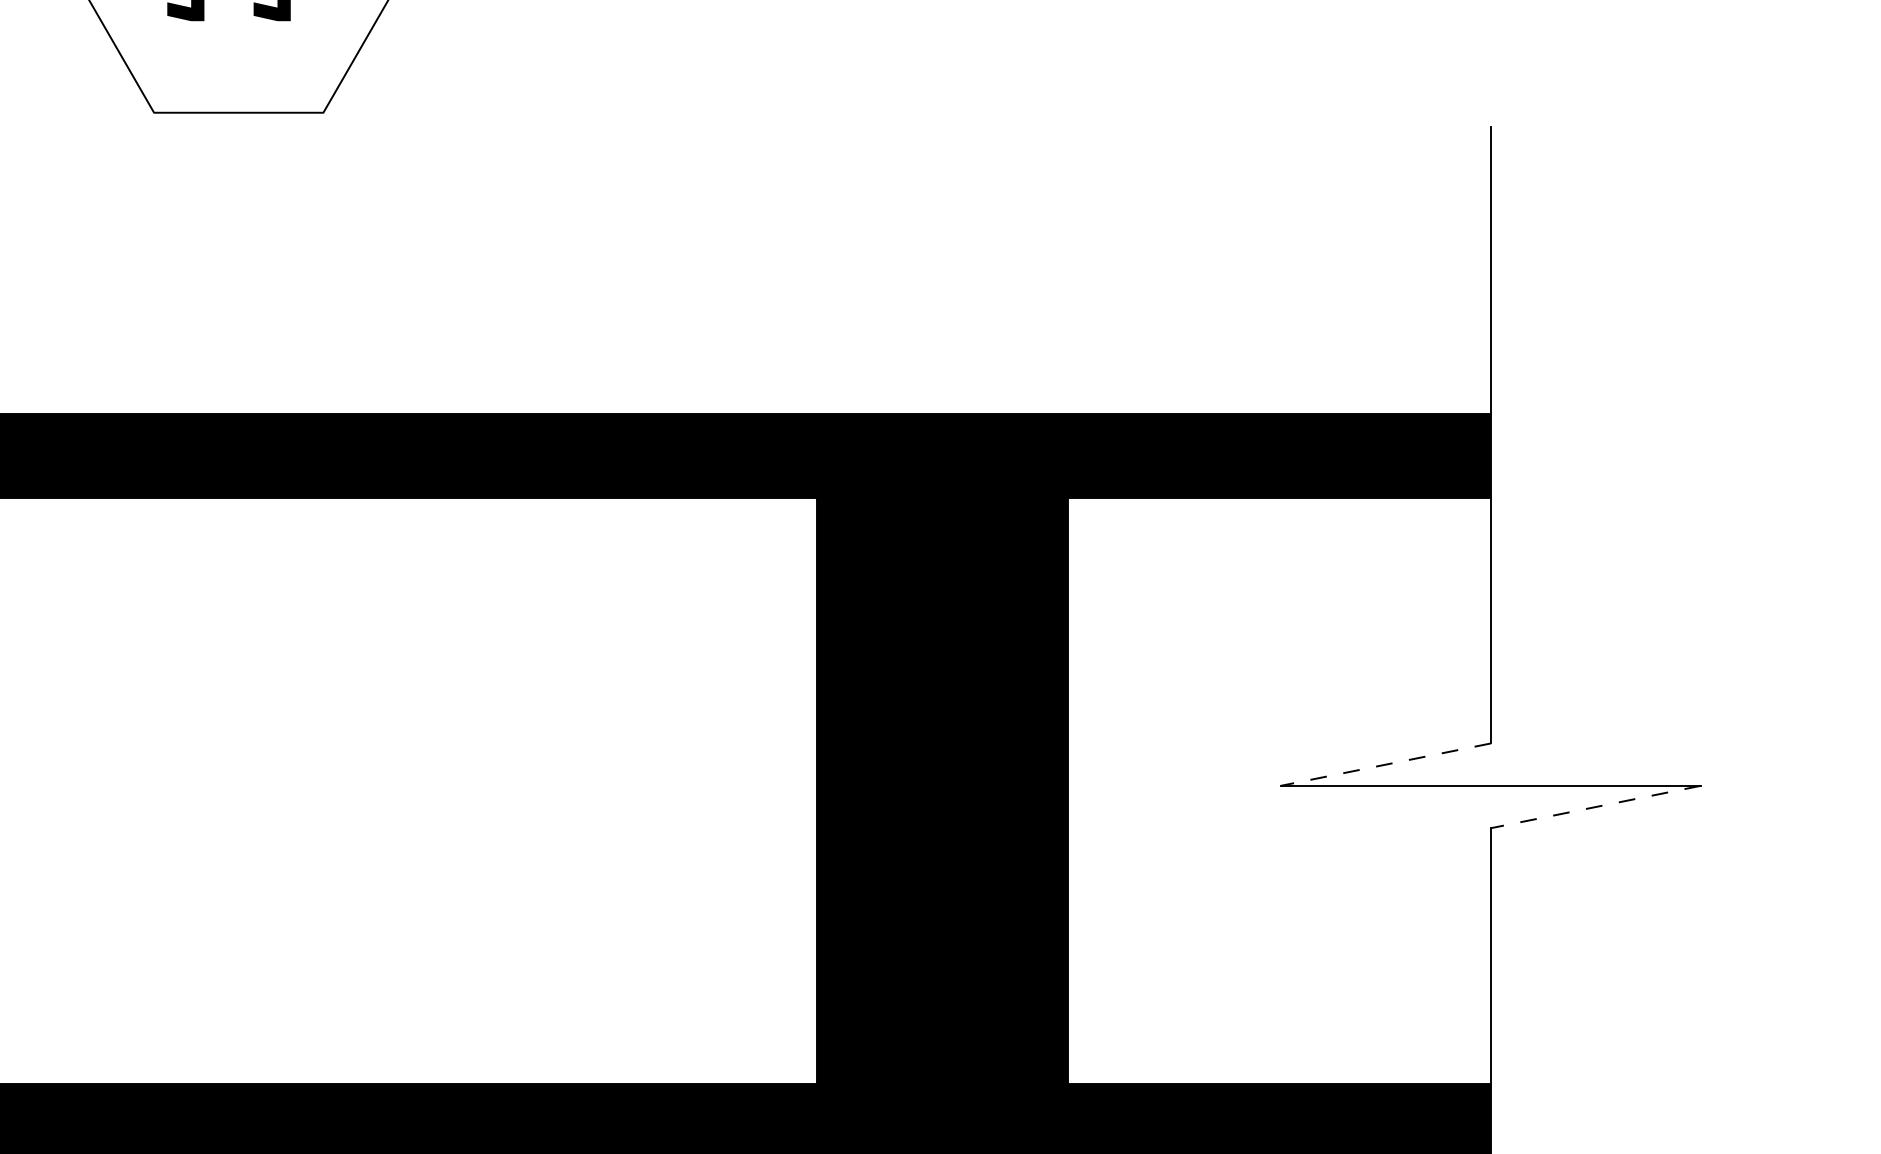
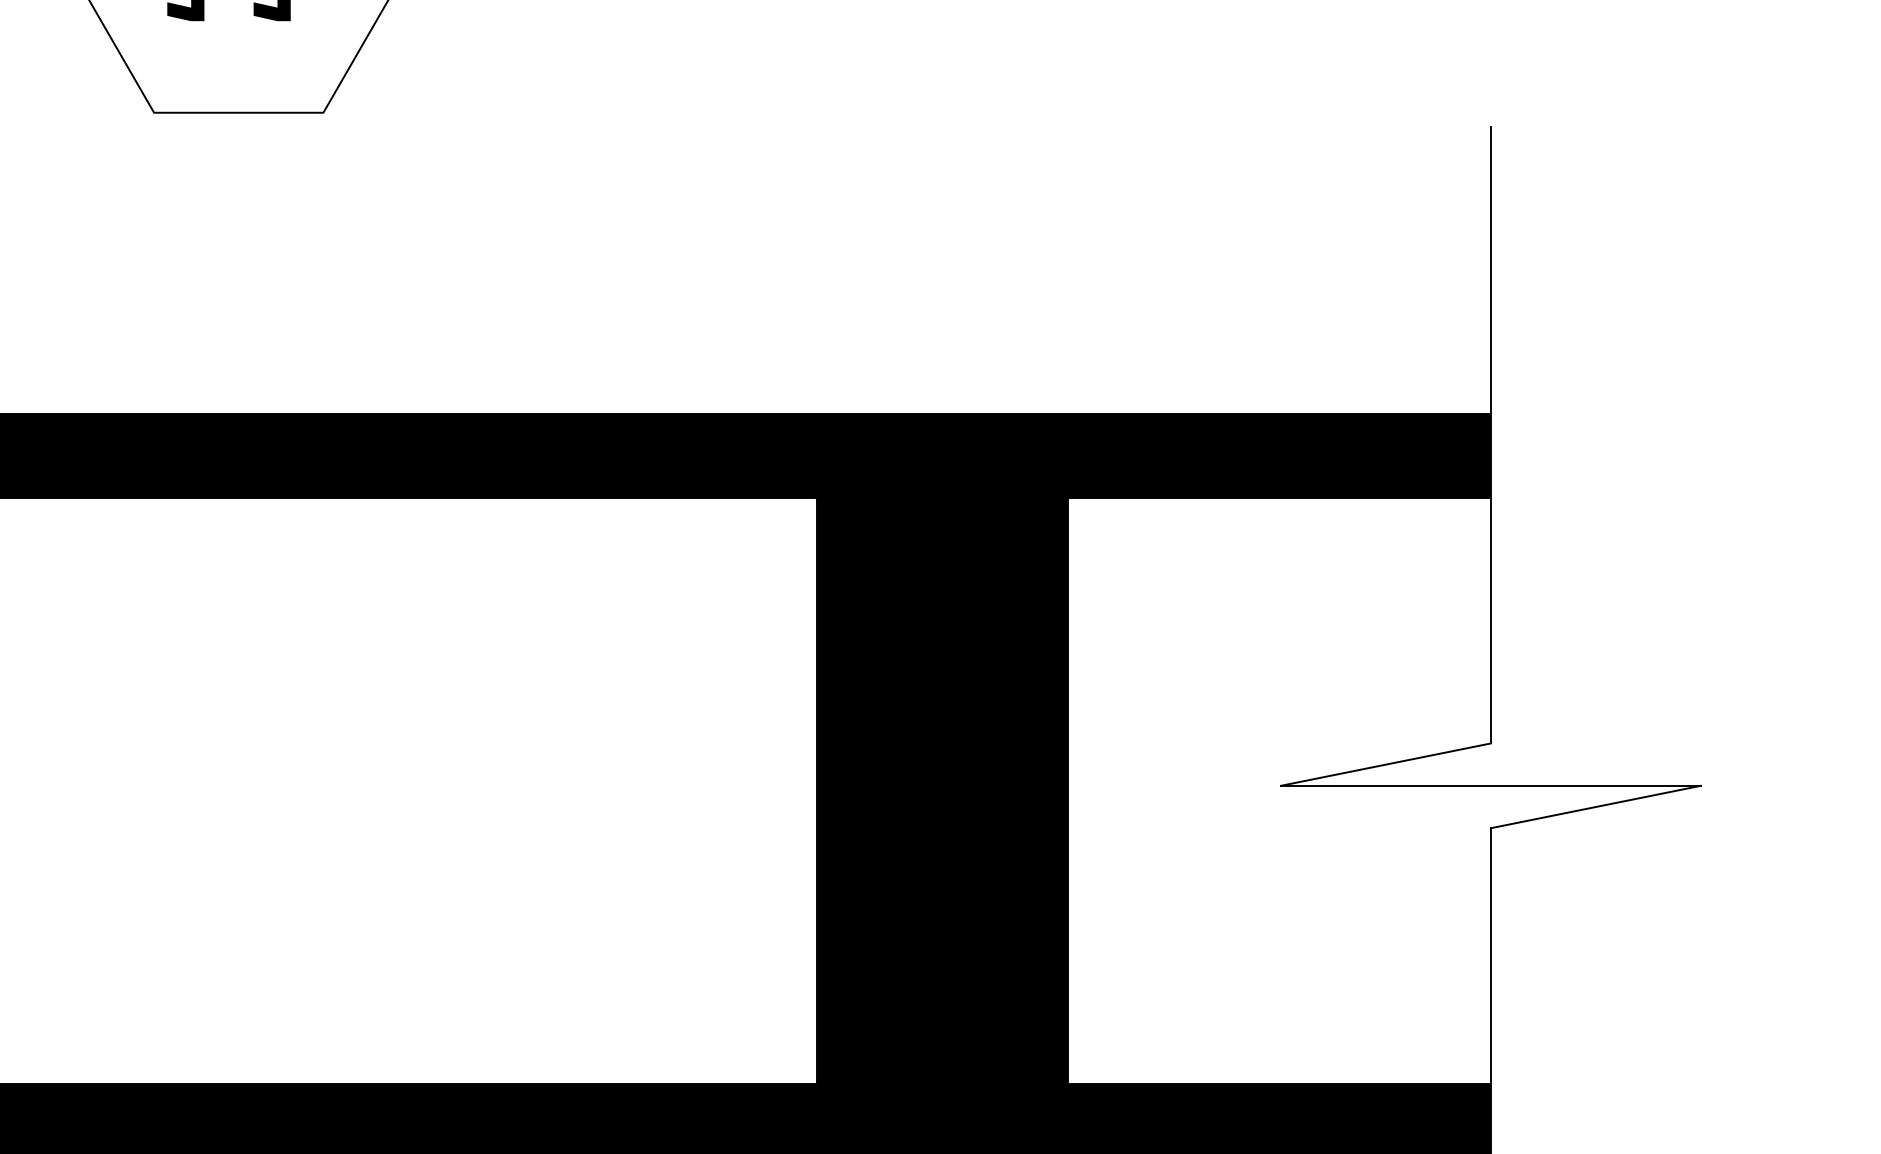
line at (1385, 764): dashed -> solid
line at (1595, 807): dashed -> solid
